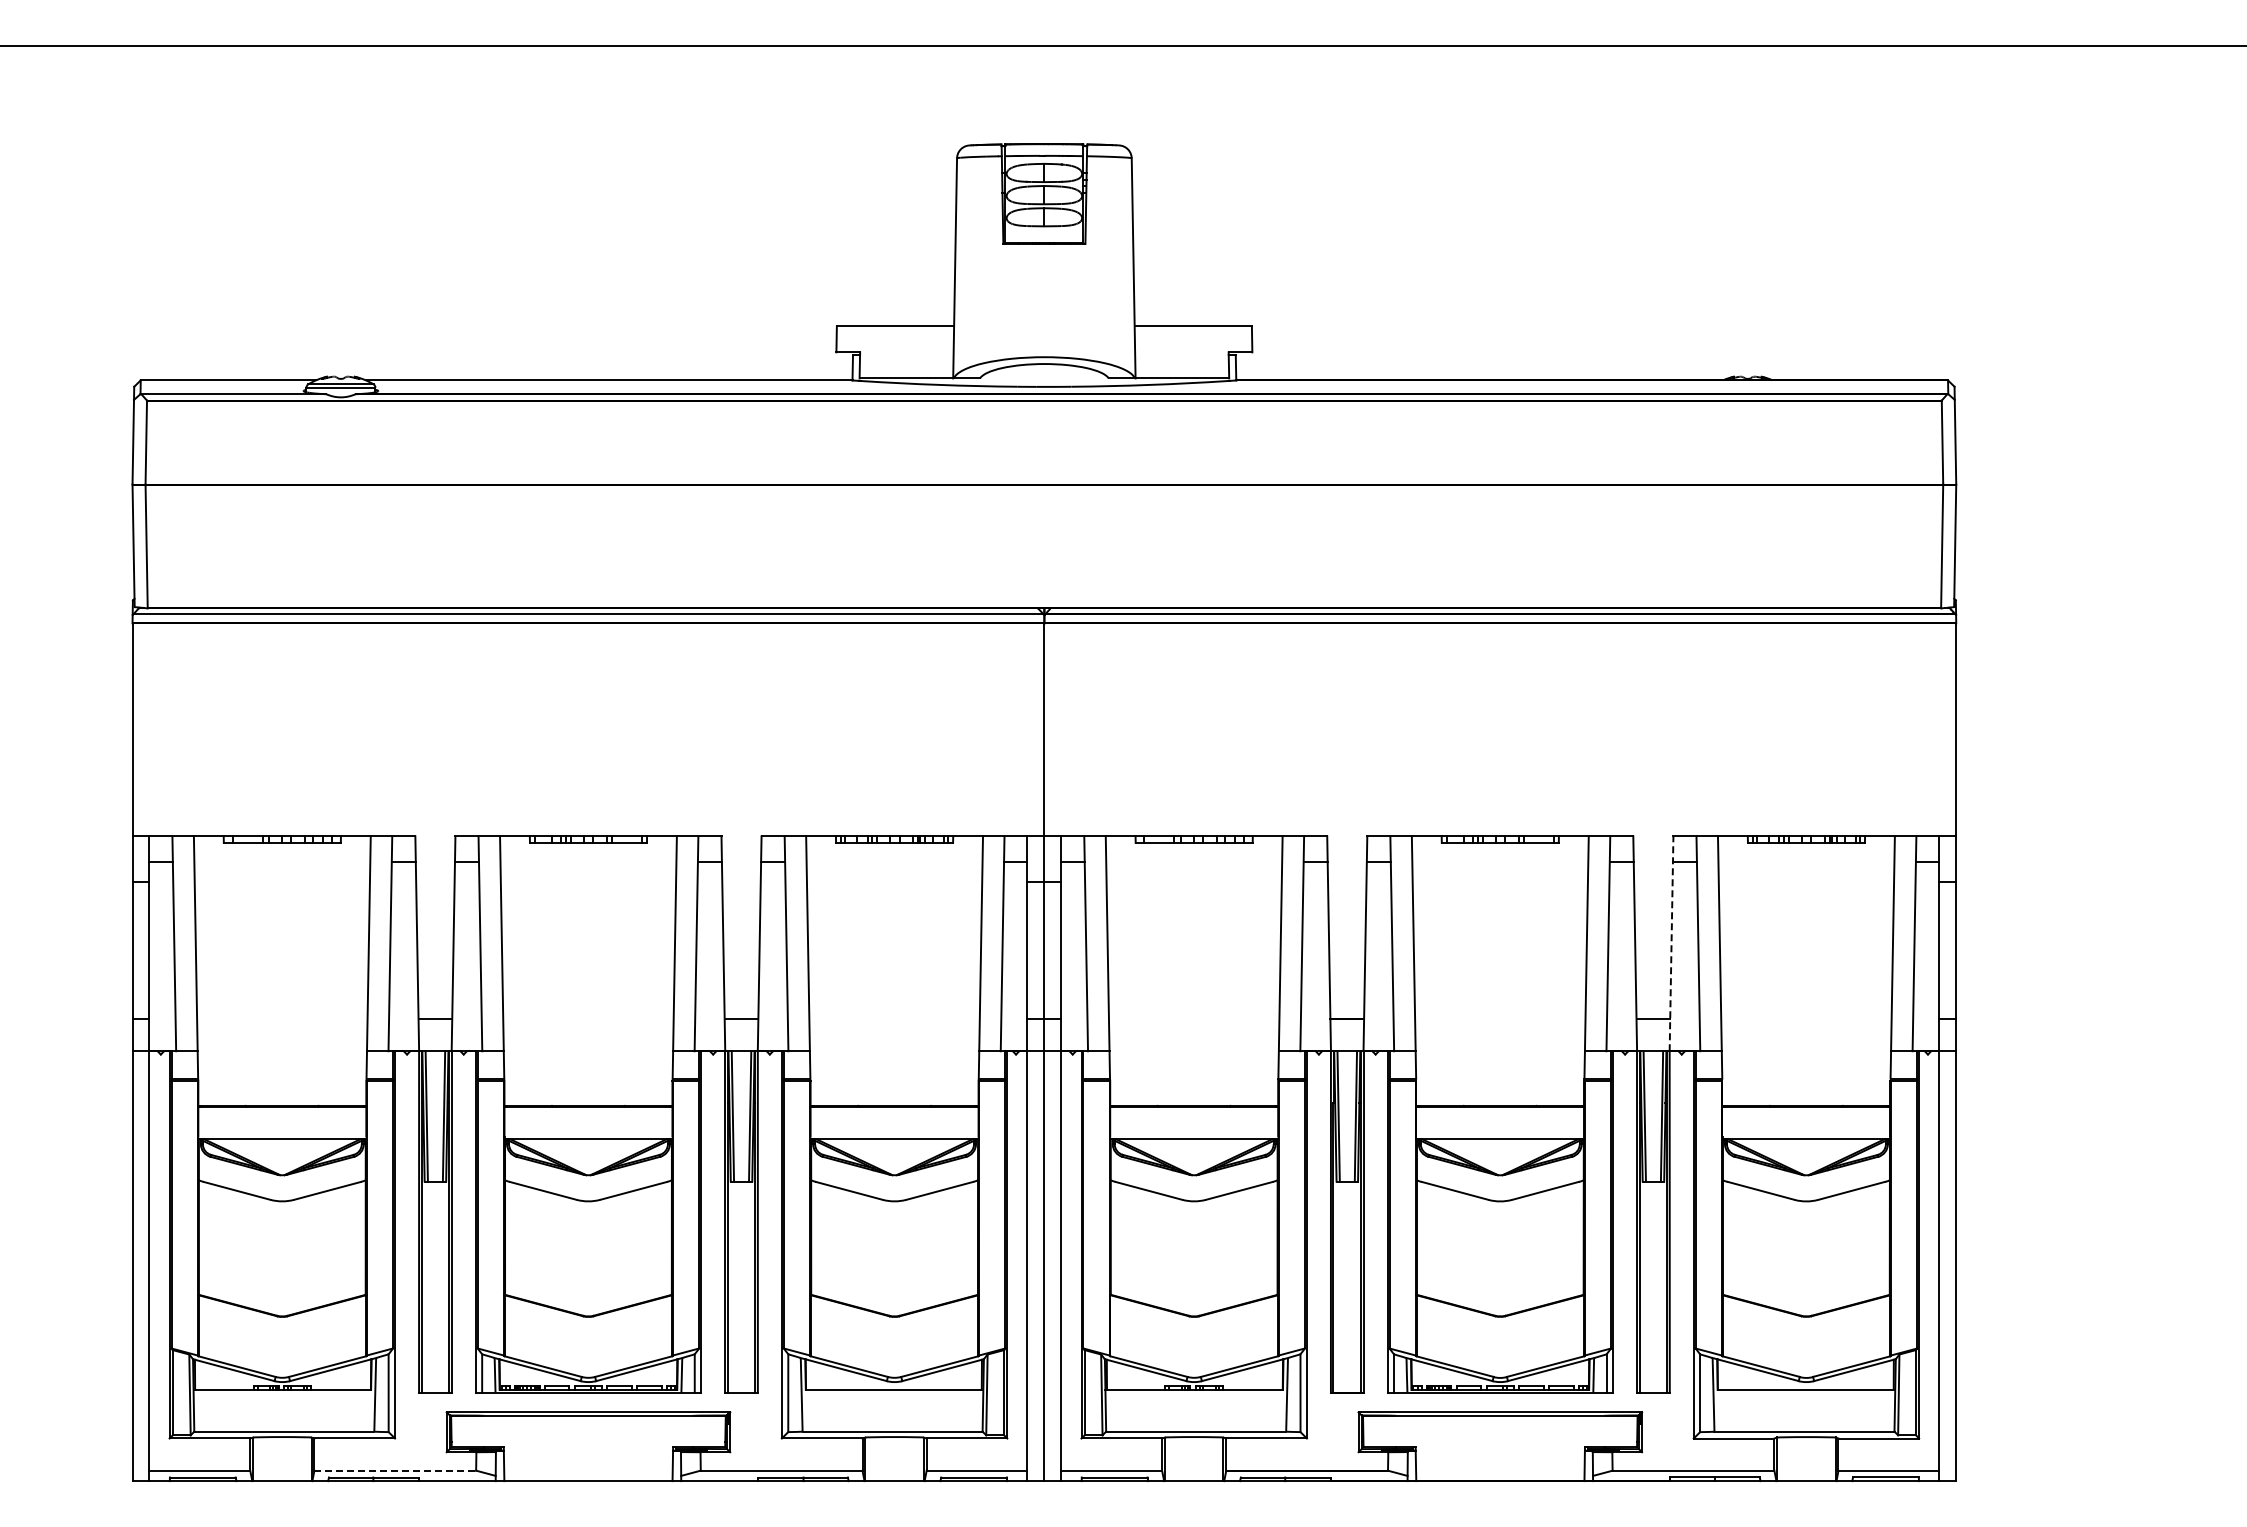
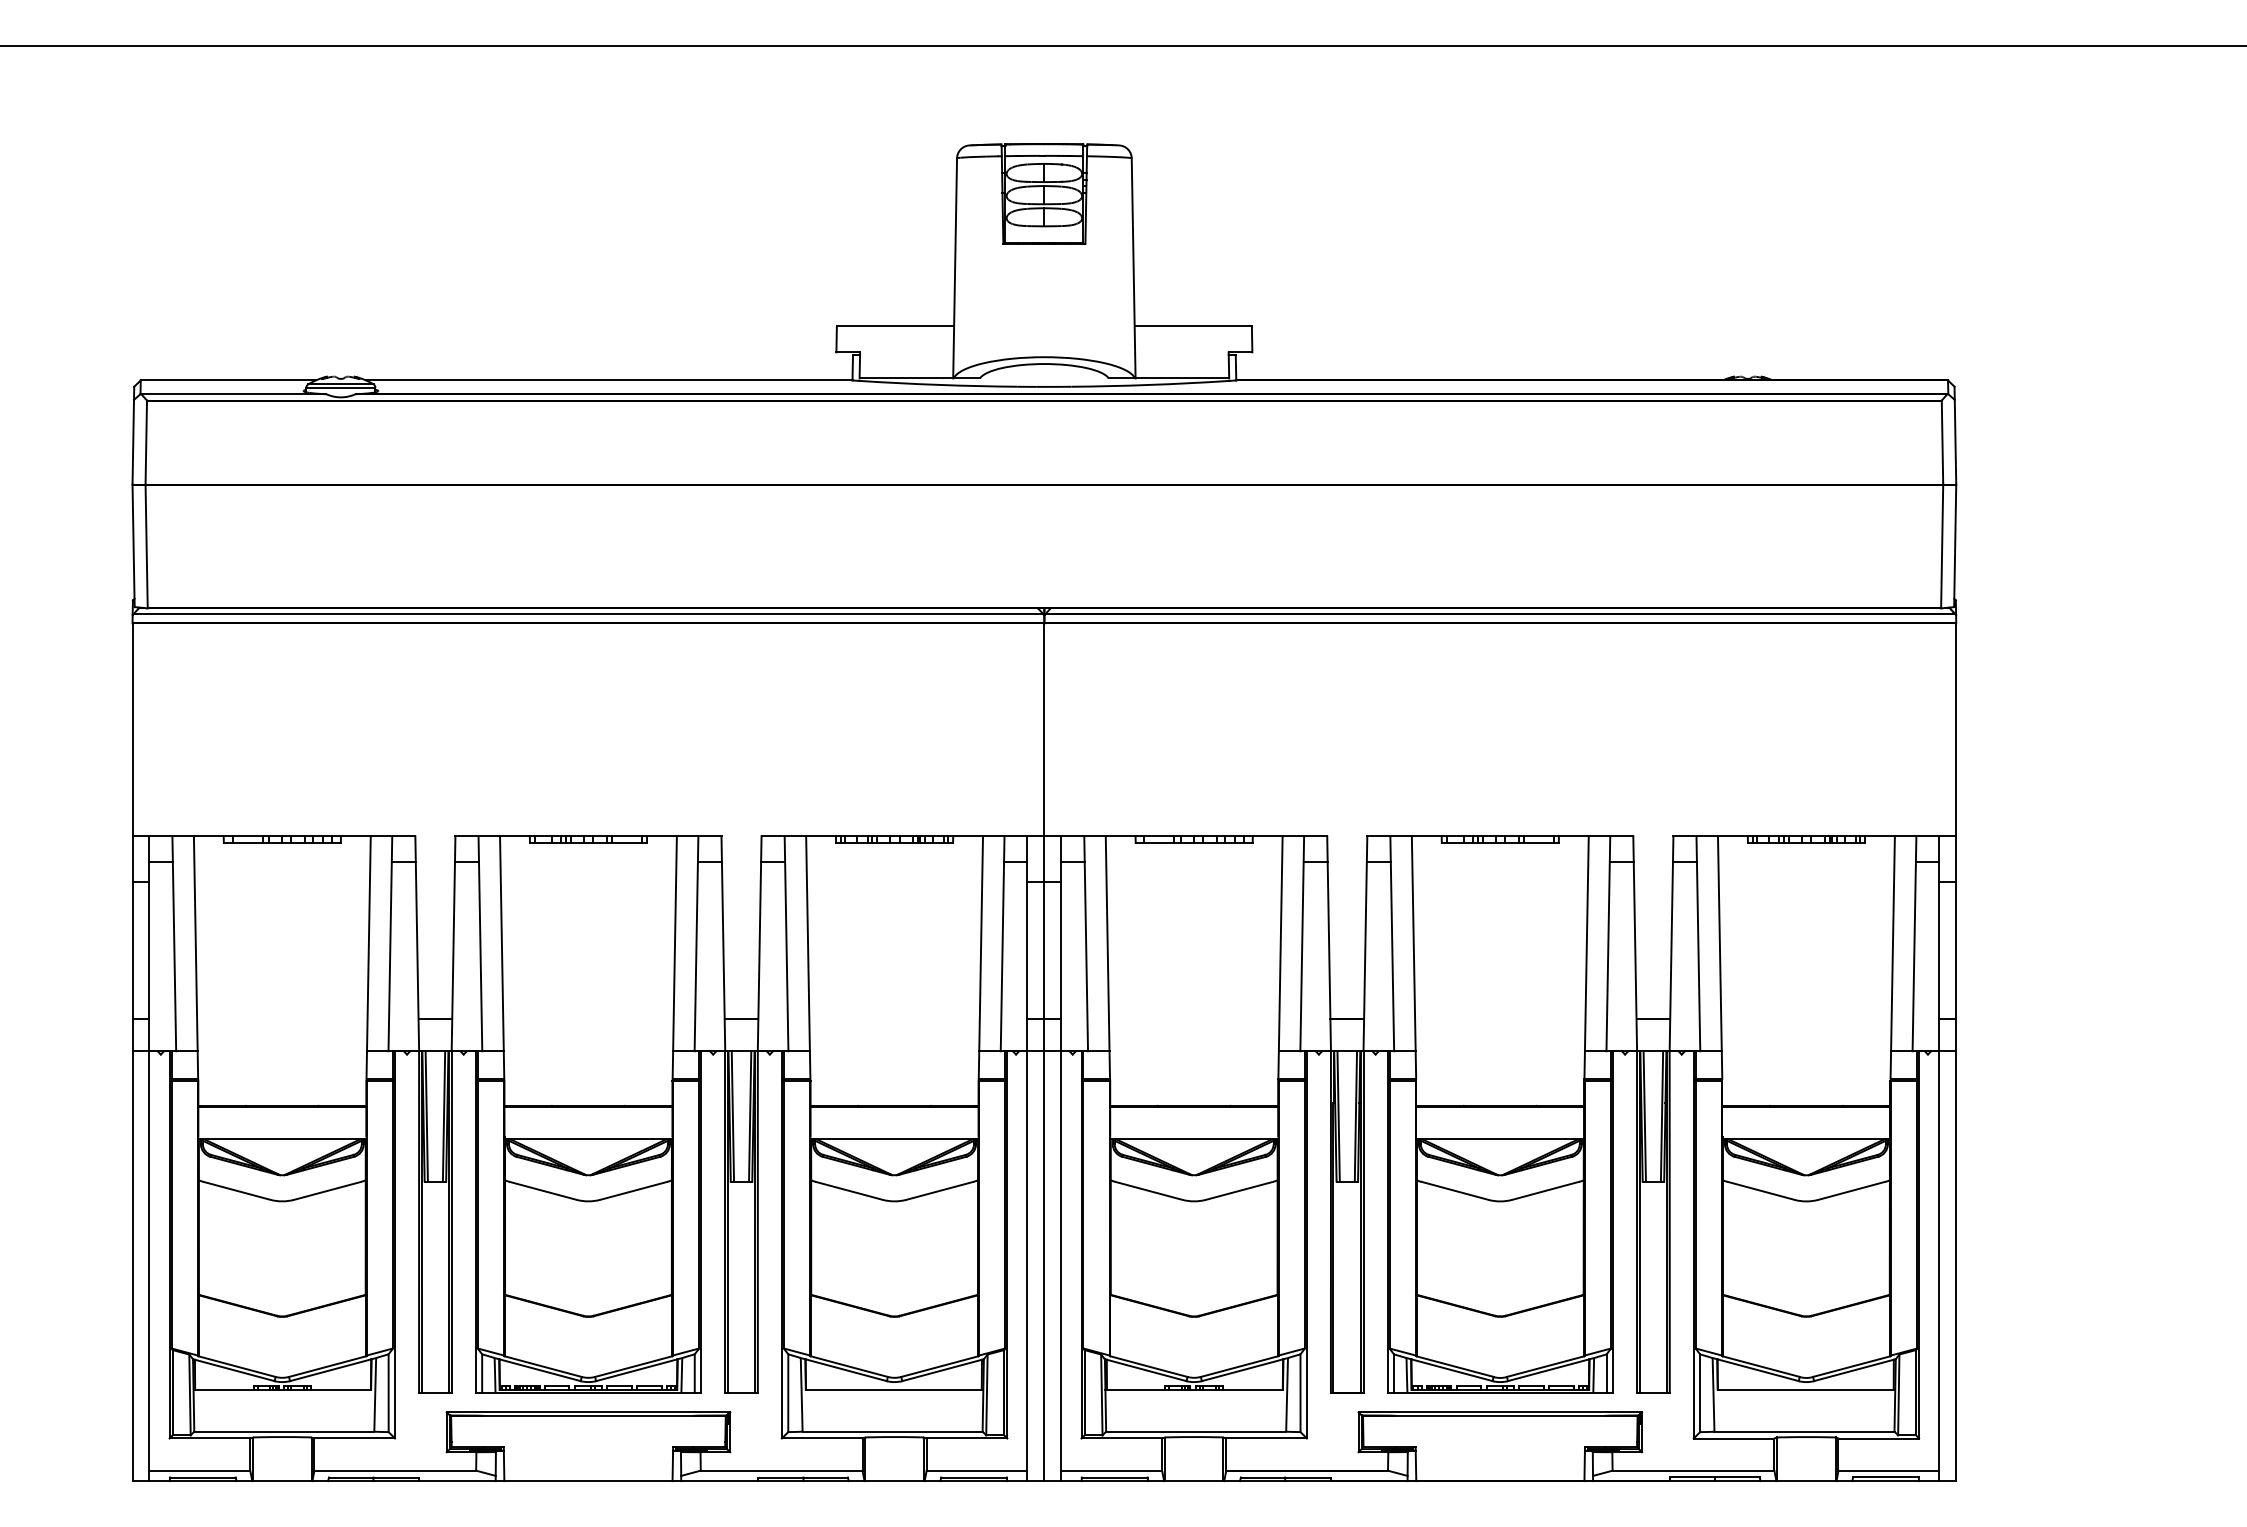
line at (1671, 943): dashed -> solid
line at (395, 1470): dashed -> solid
